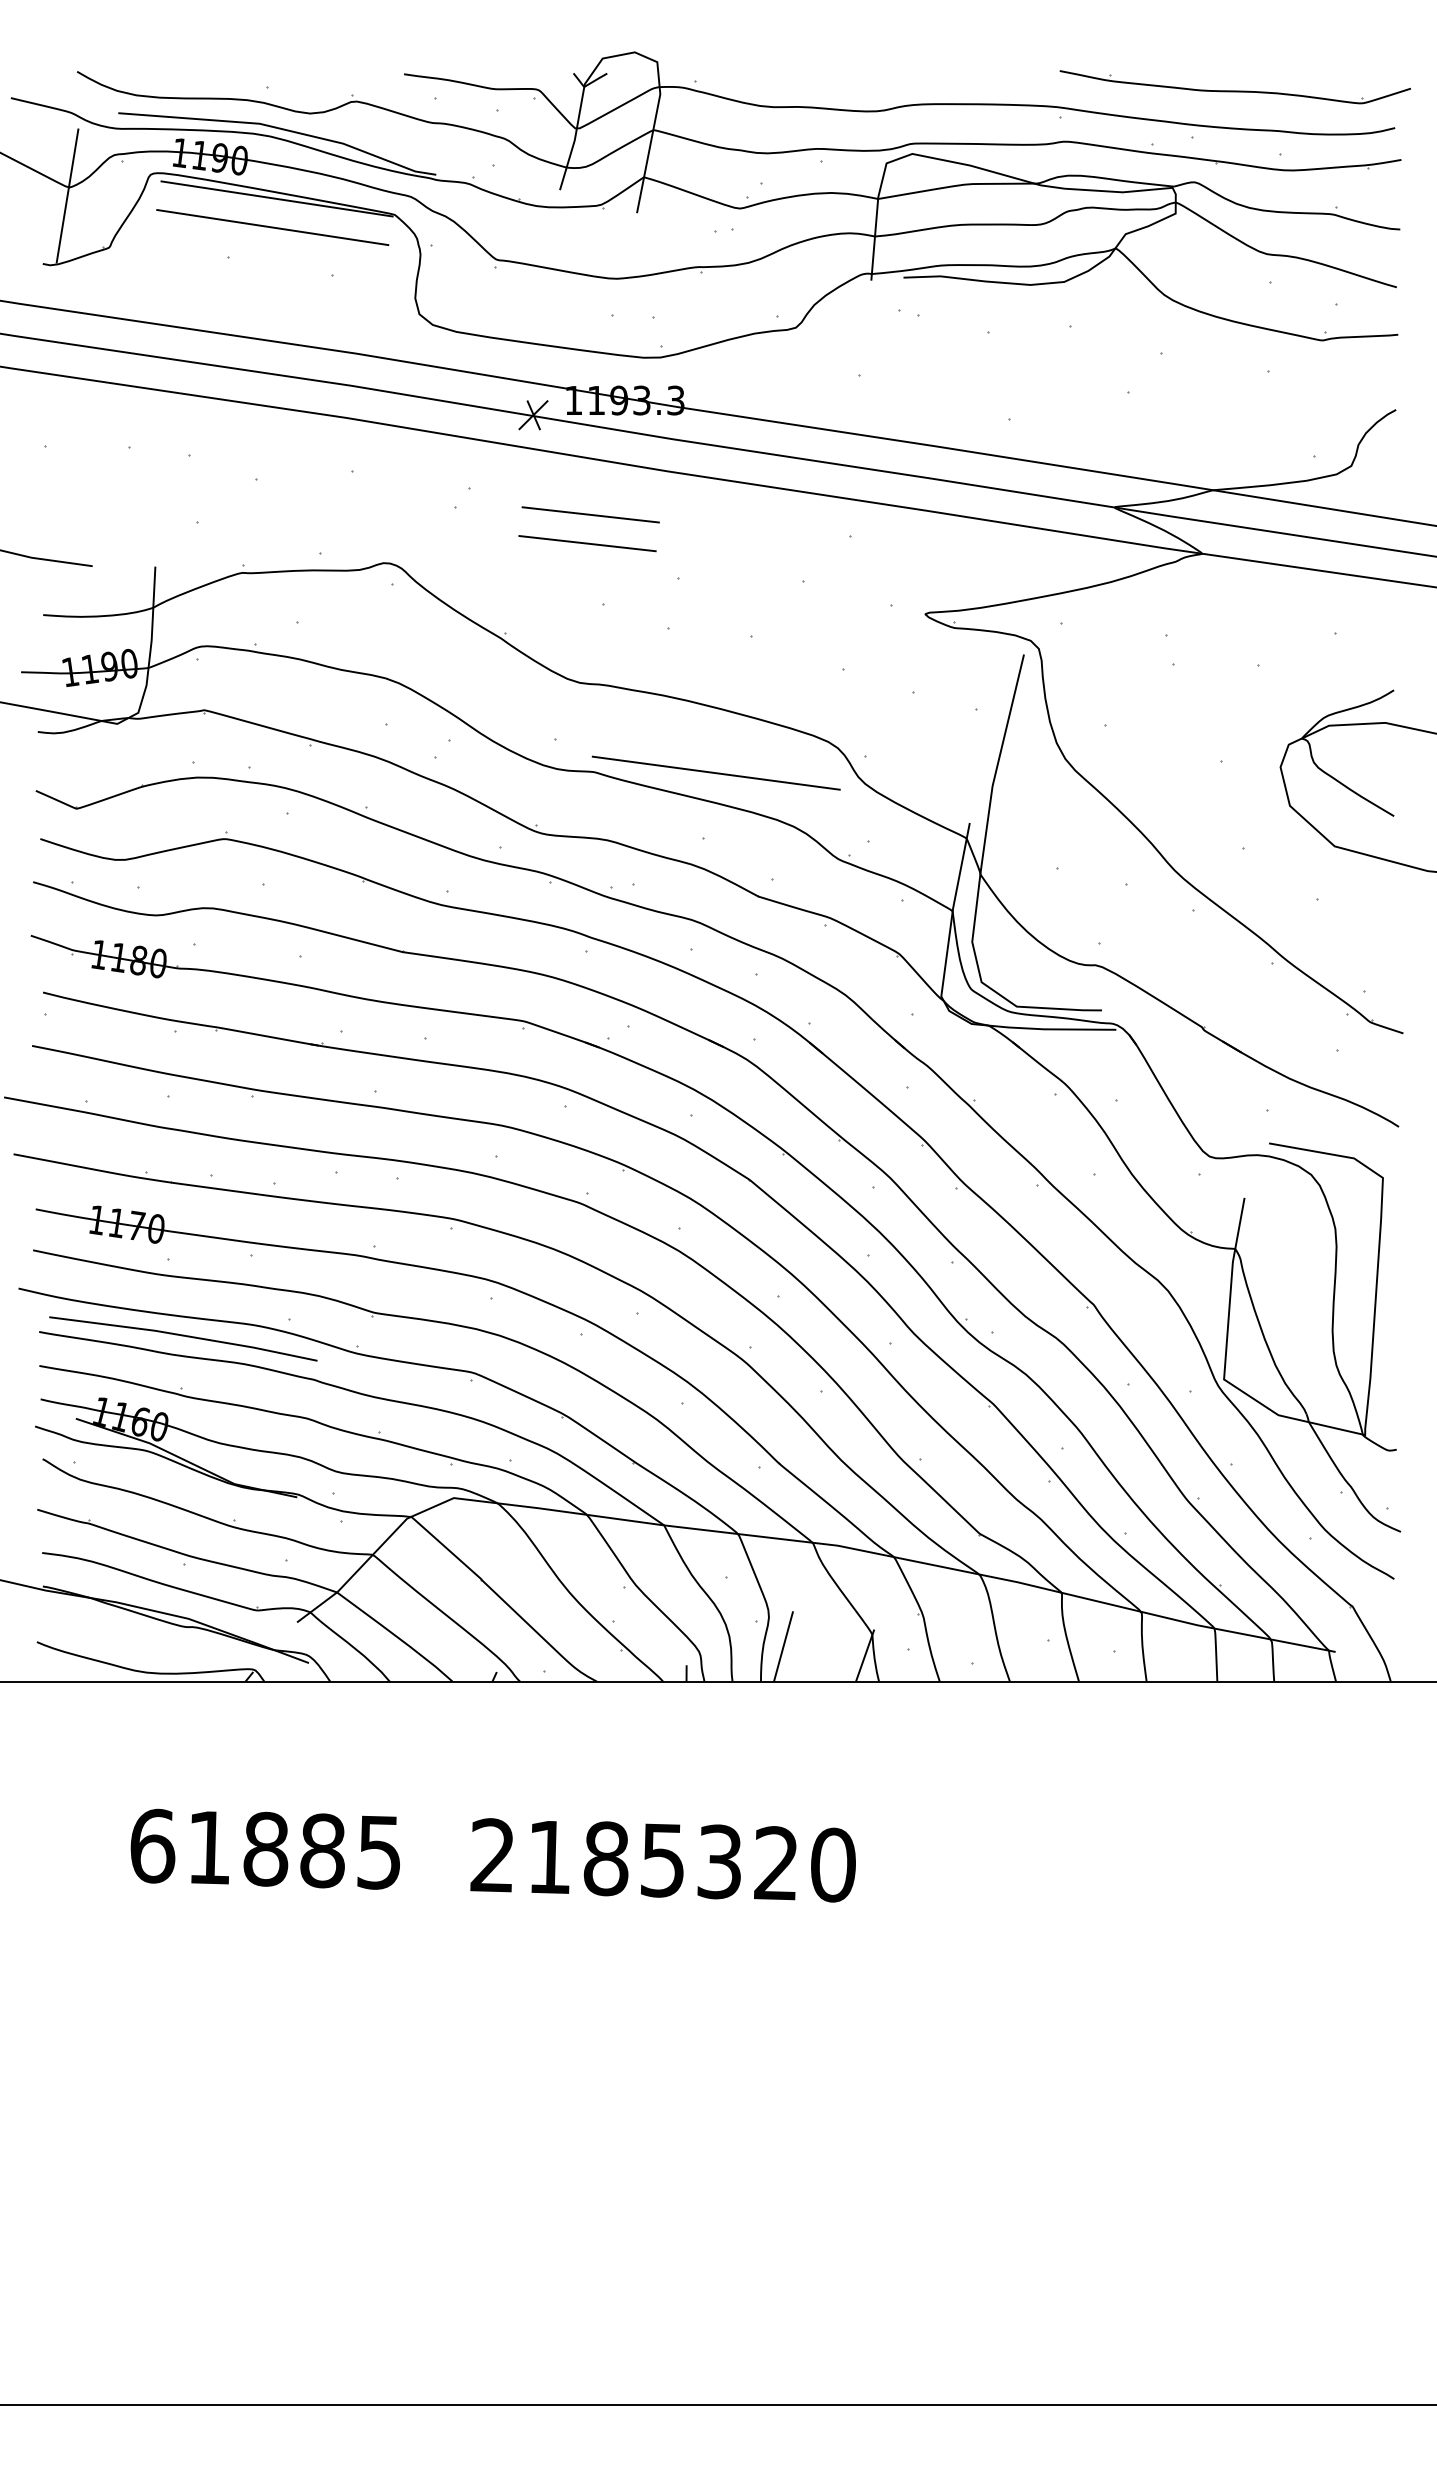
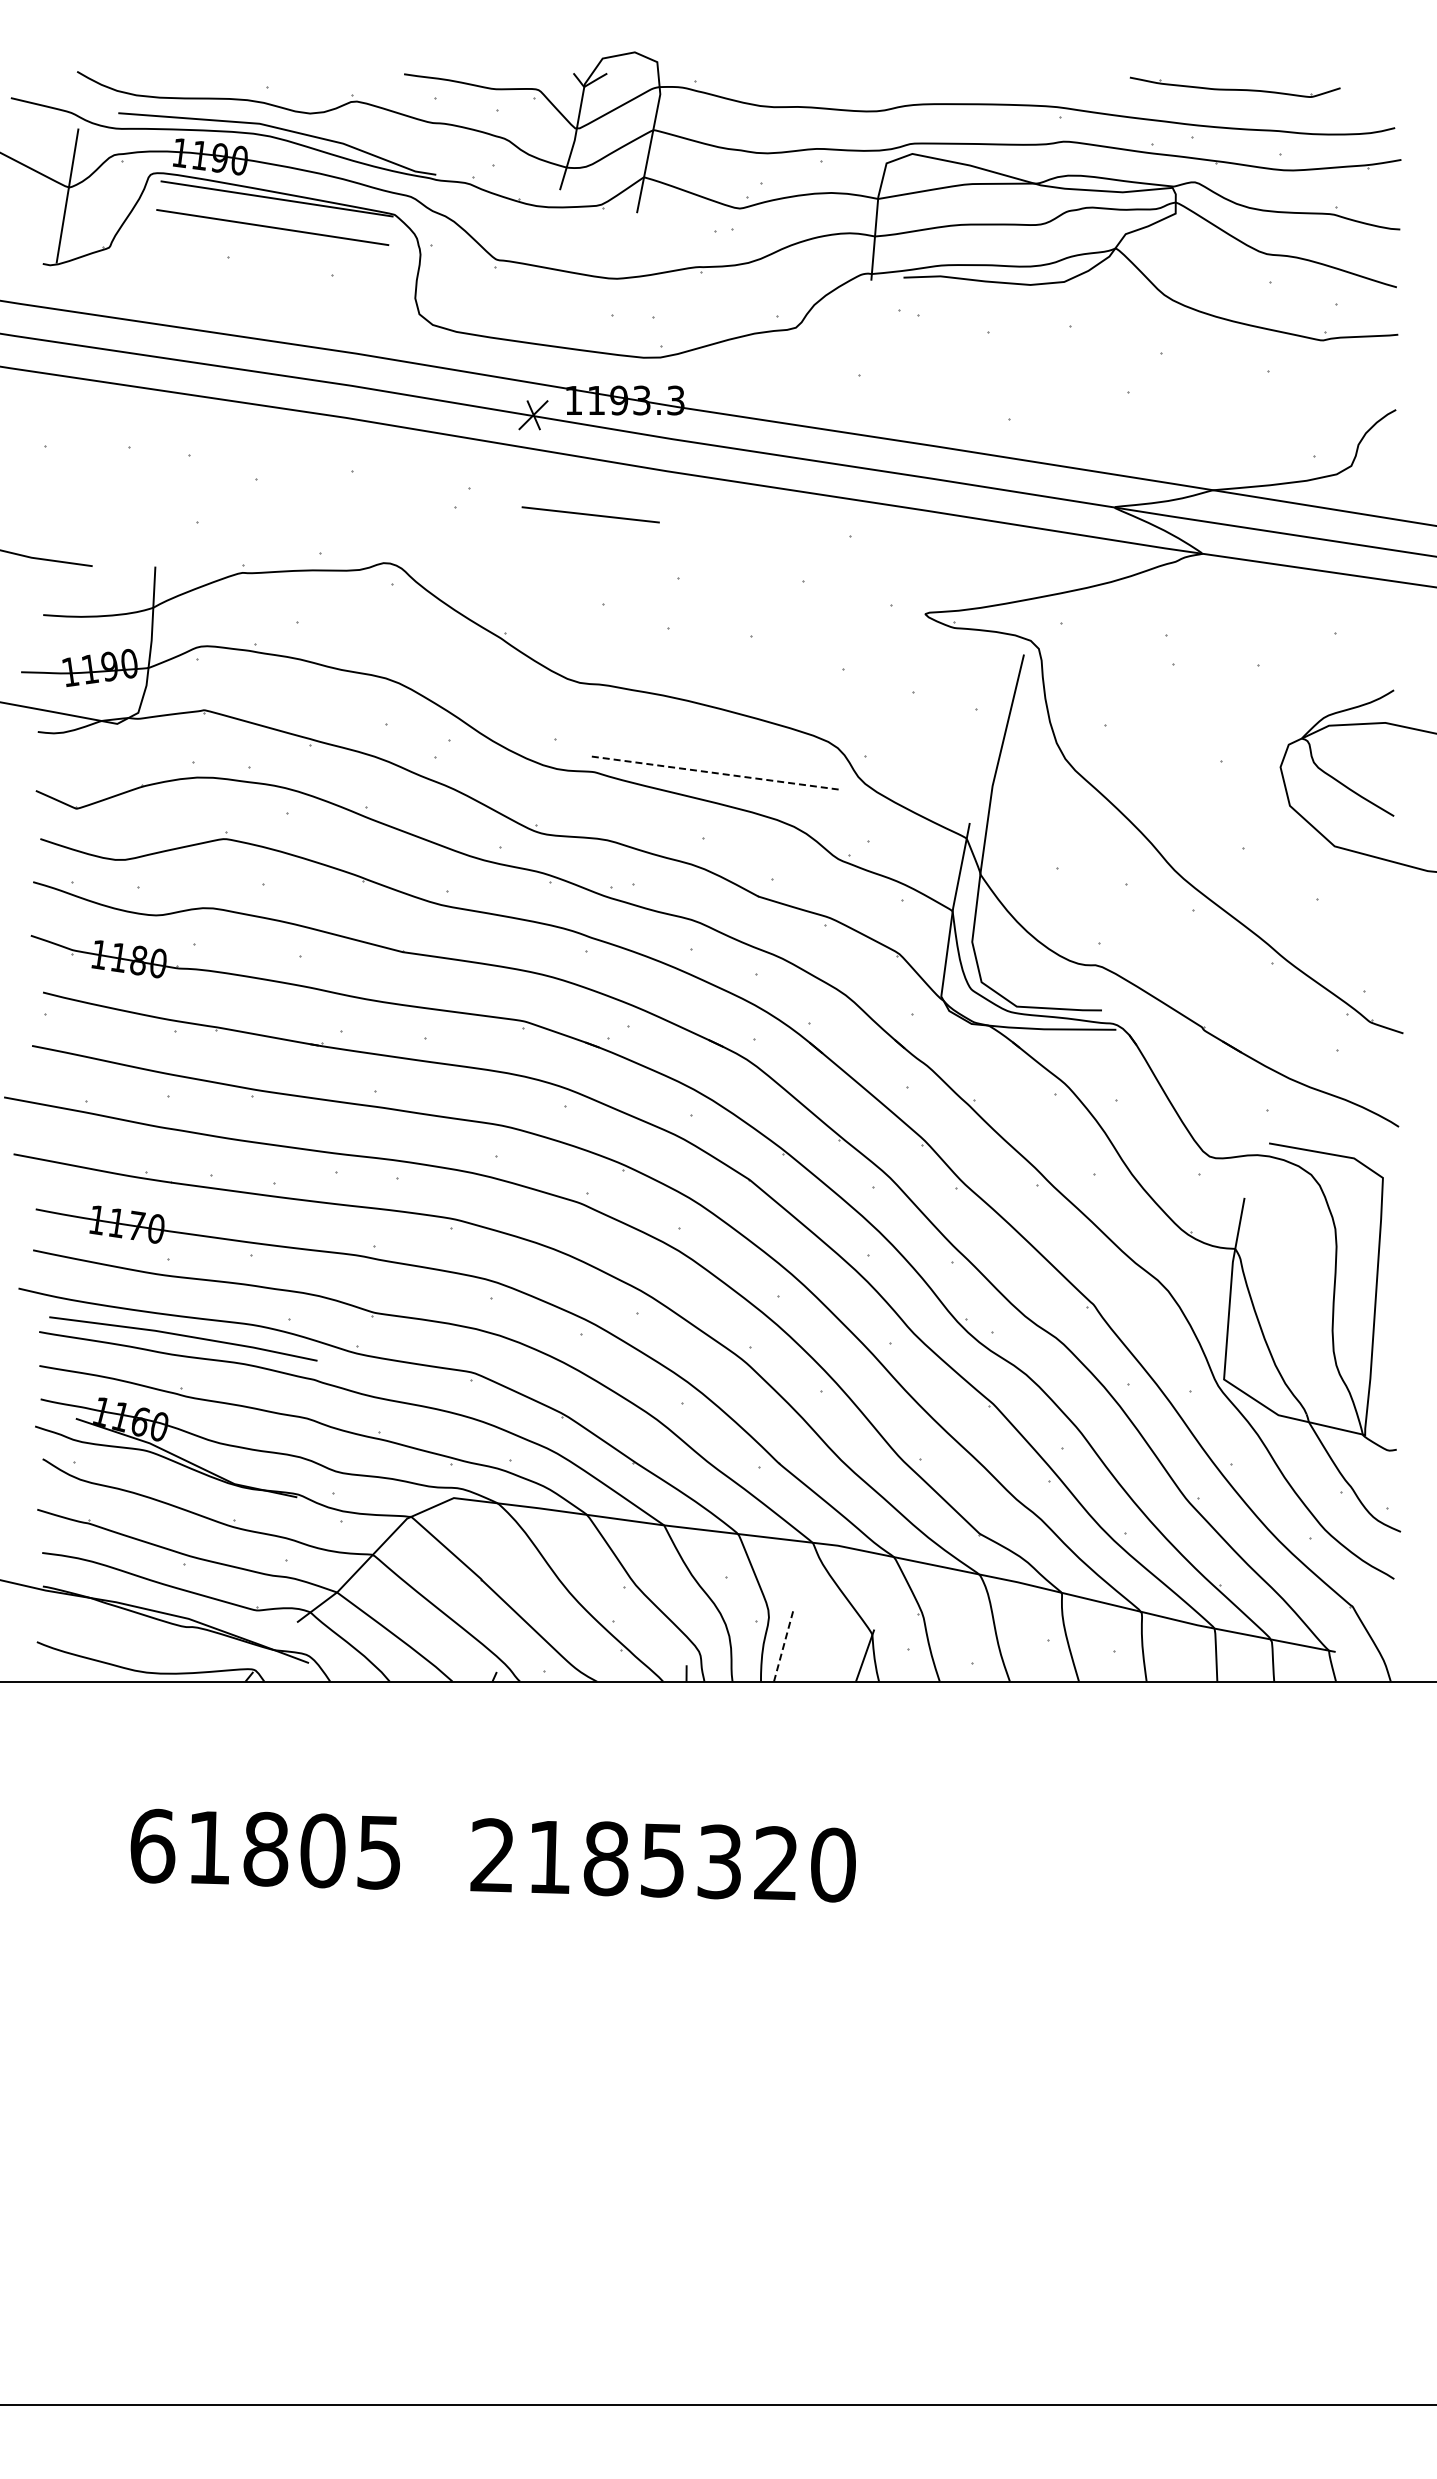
part at (1234, 87) size: 352x35 px -> 212x22 px
line at (587, 543): present -> none
line at (716, 773): solid -> dashed
line at (783, 1646): solid -> dashed
text at (322, 1850): 61885 -> 61805
